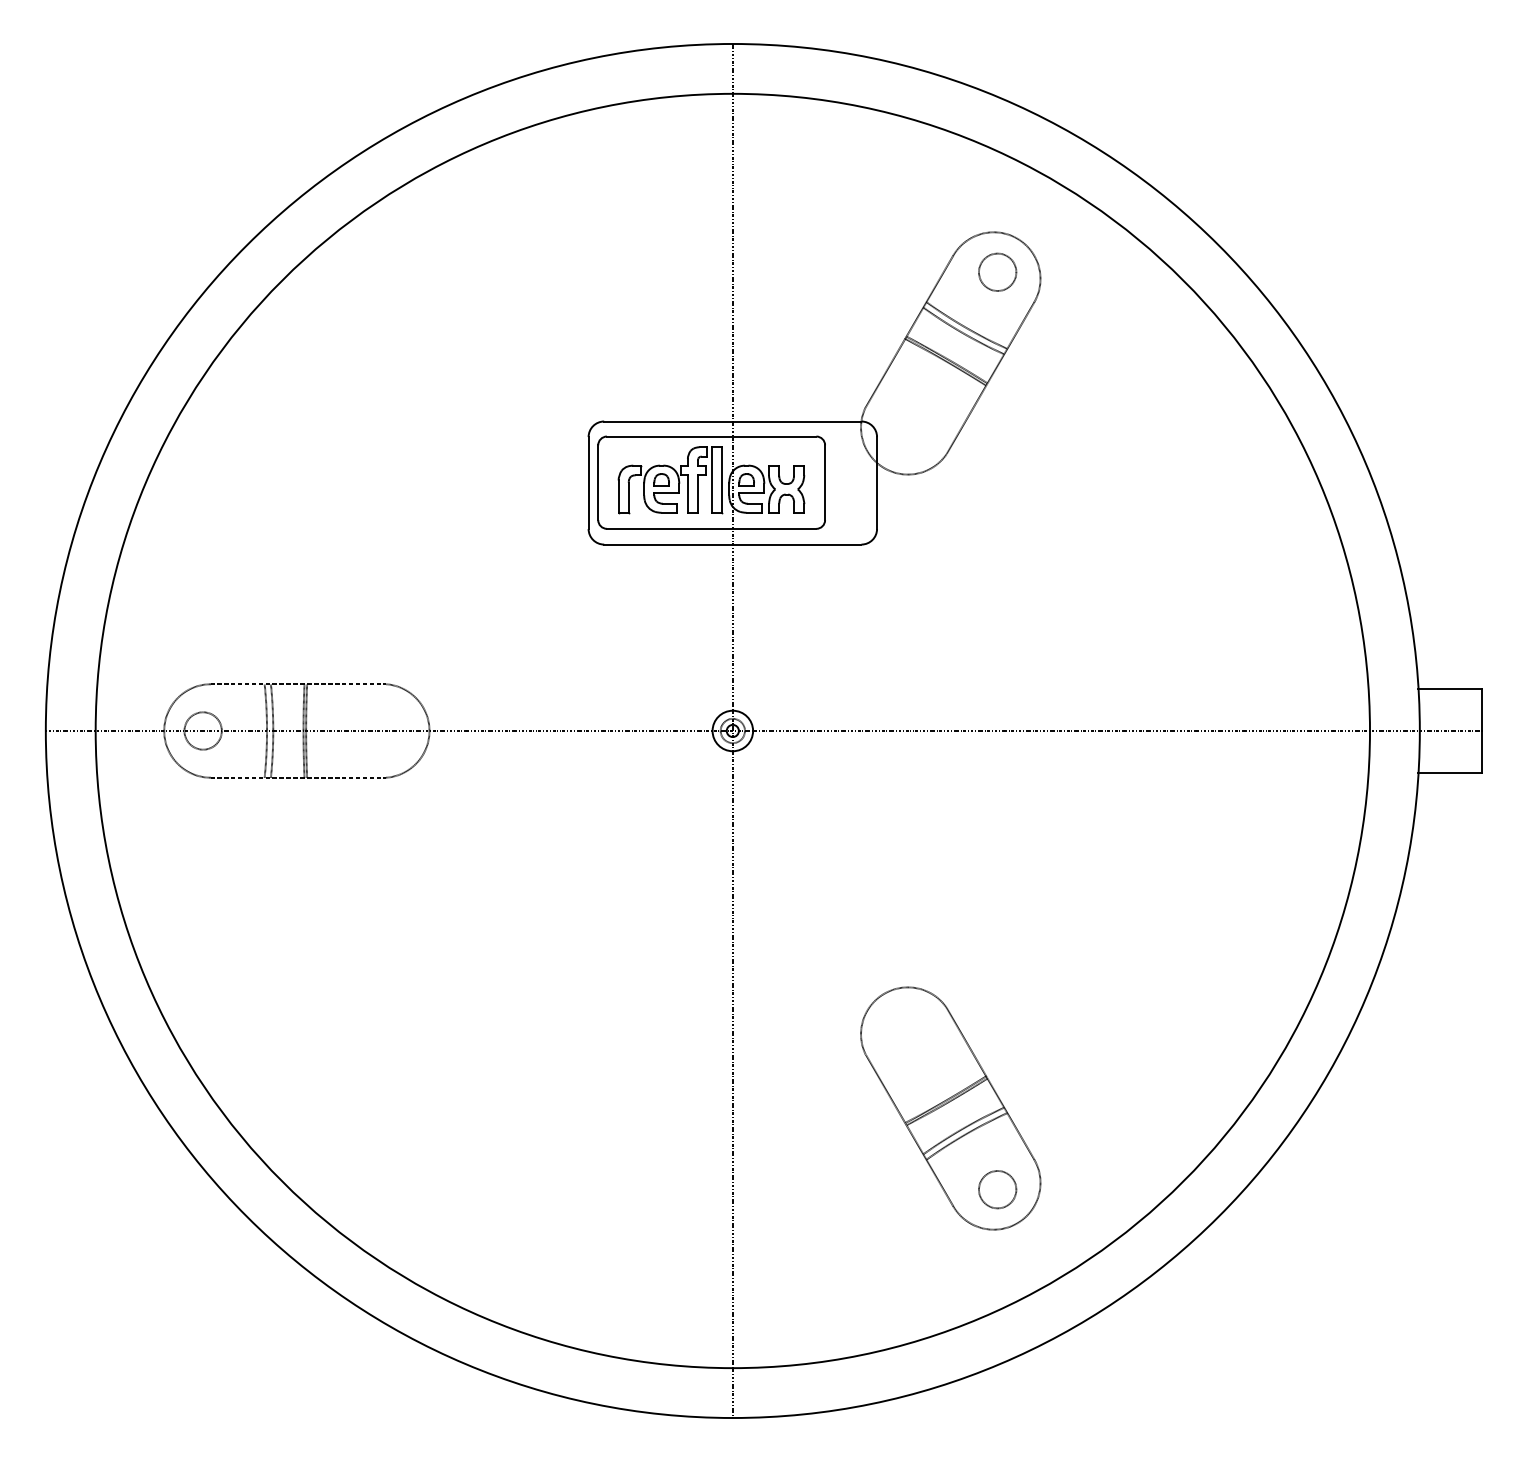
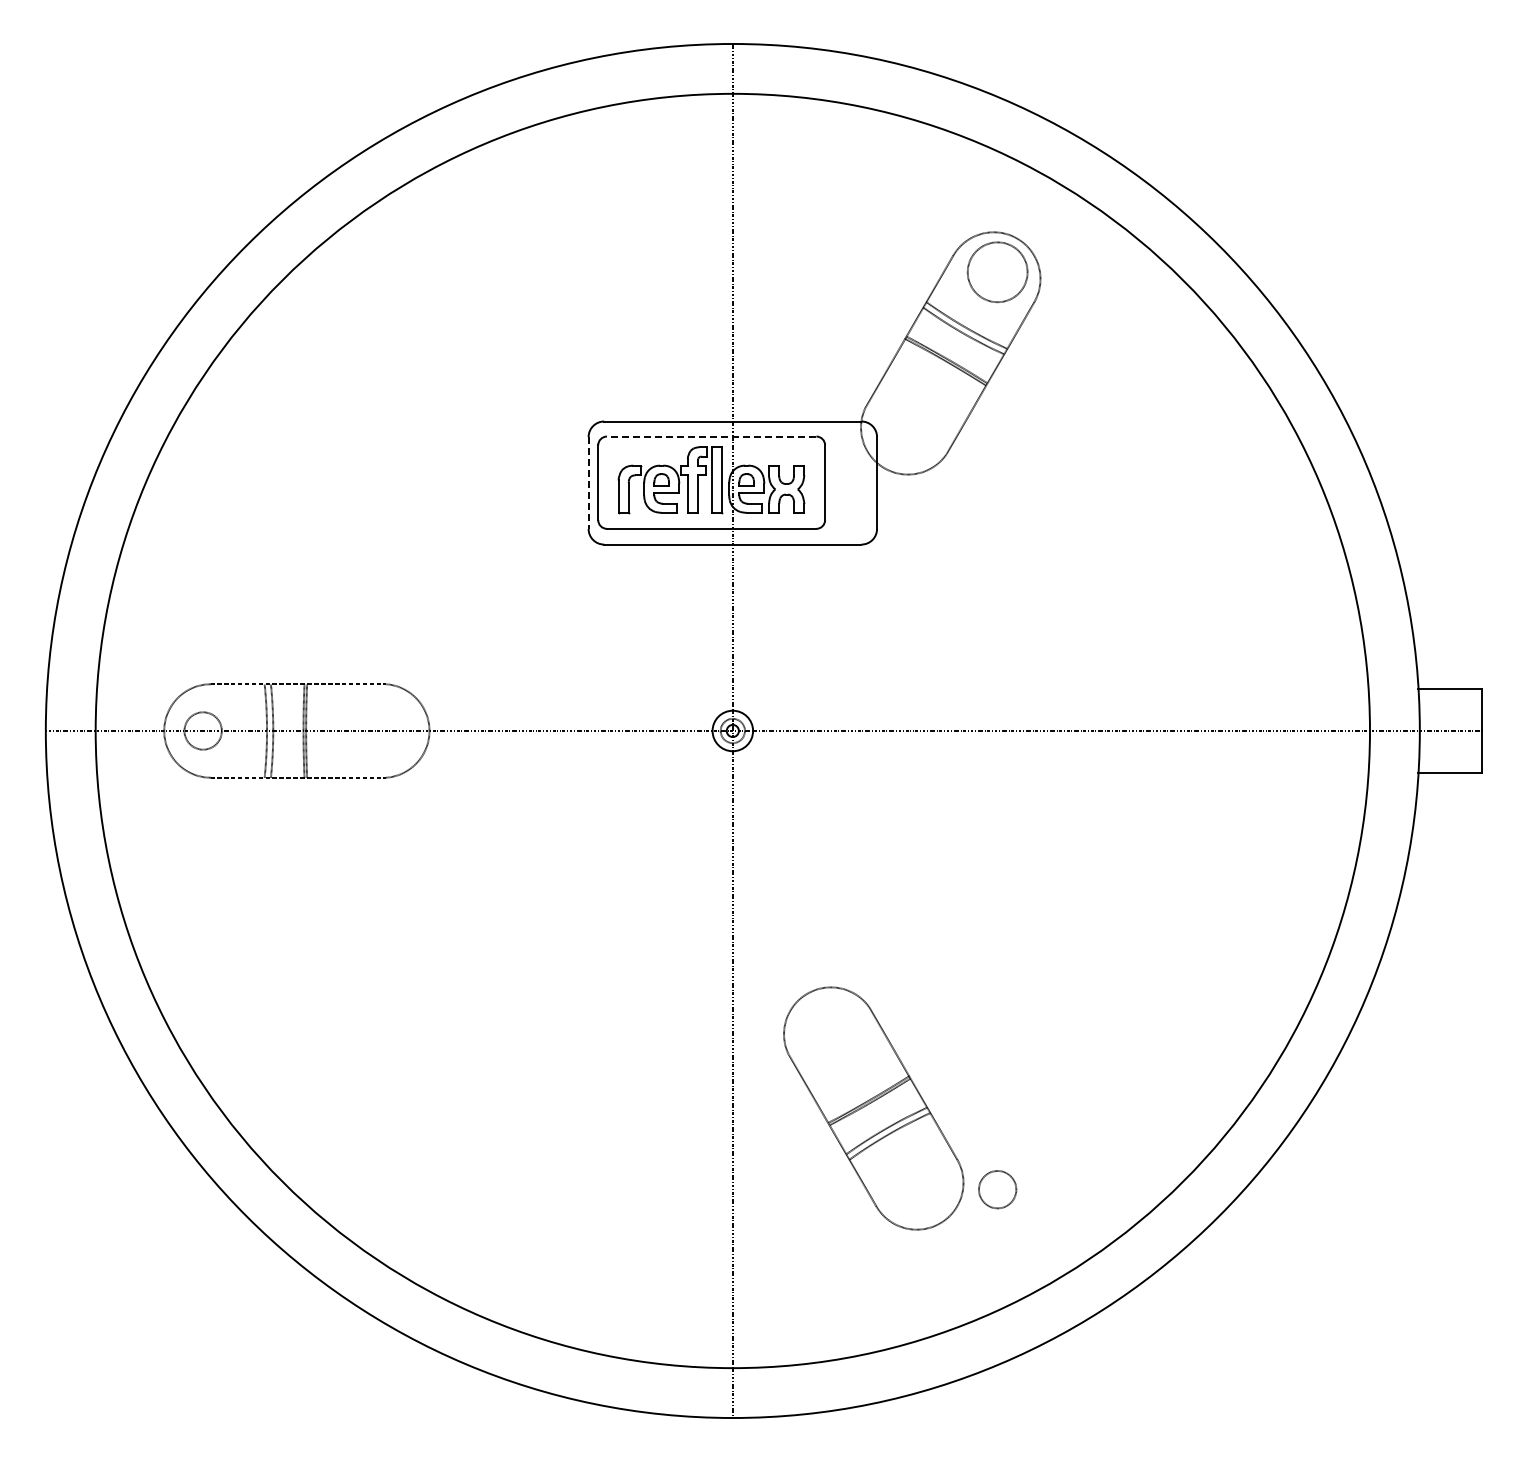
circle at (997, 272) diameter: 37 px -> 60 px
line at (711, 436): solid -> dashed
line at (588, 483): solid -> dashed
part at (950, 1108) position: (950, 1108) -> (873, 1108)
